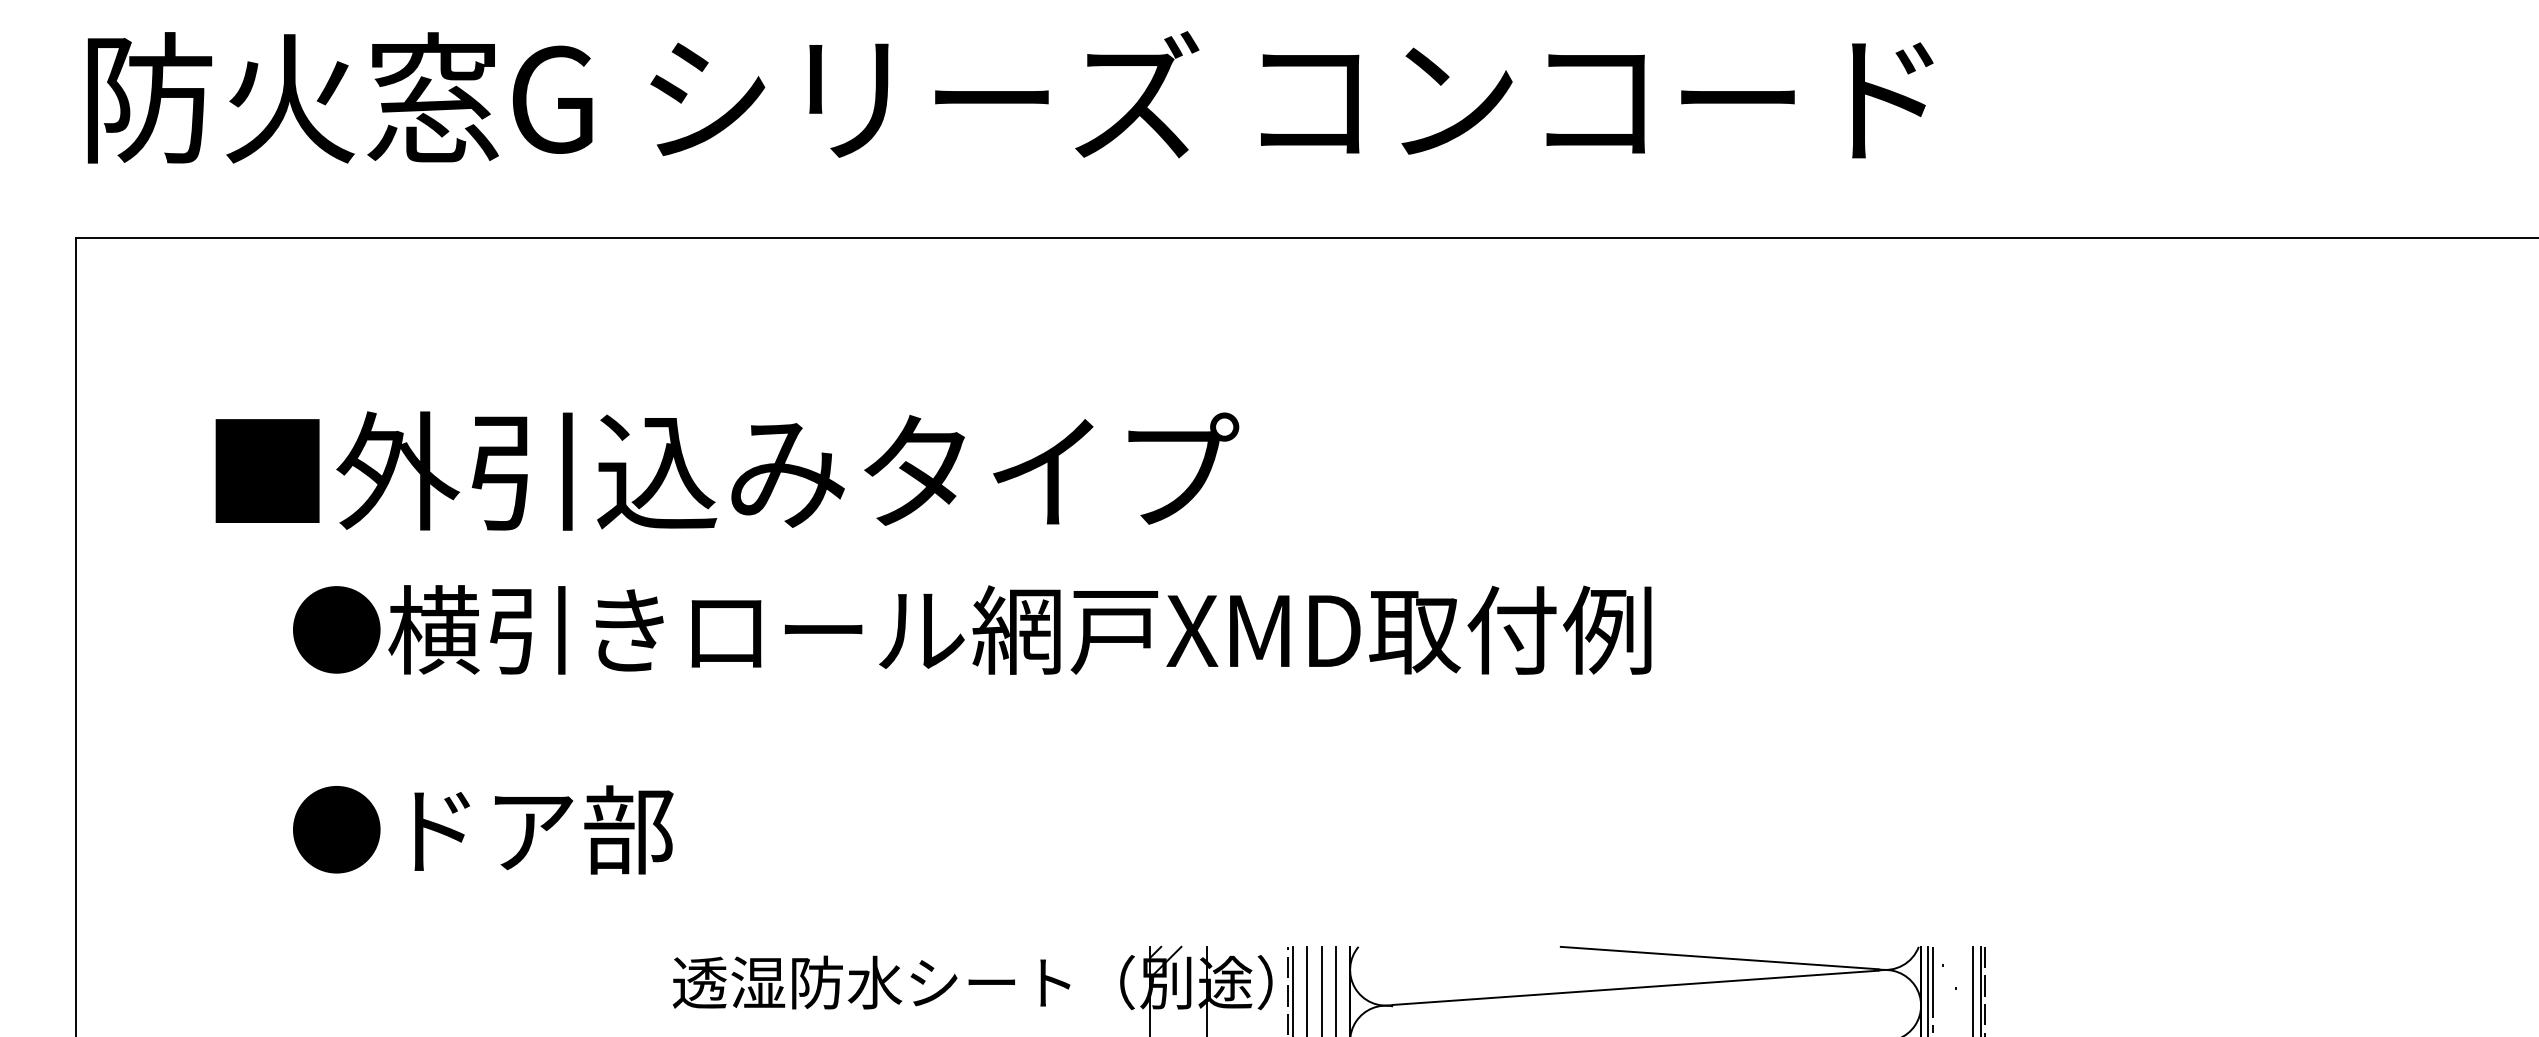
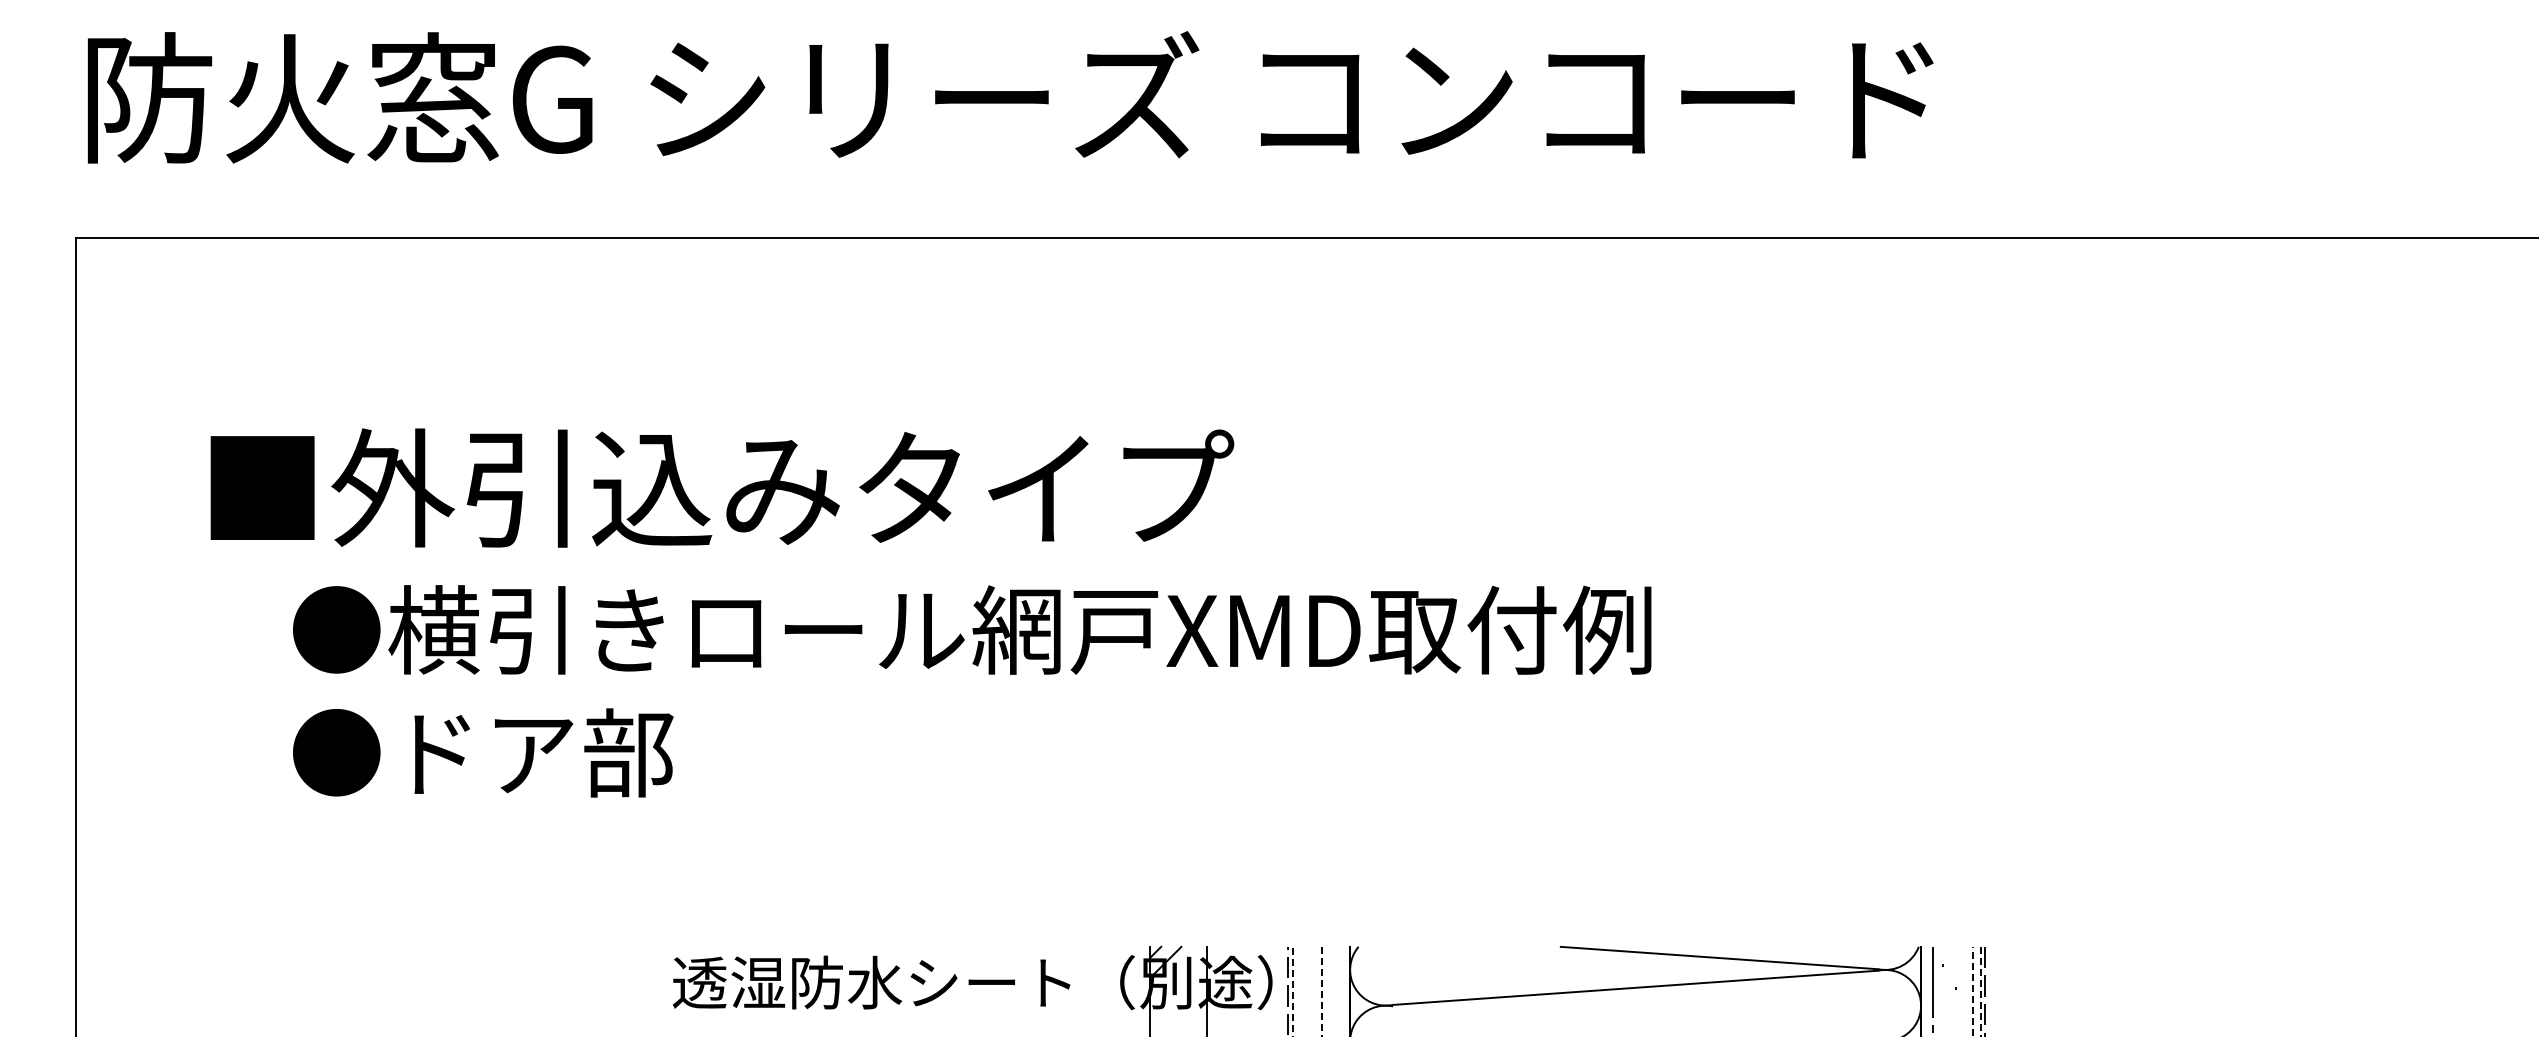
text at (727, 470) position: (727, 470) -> (722, 487)
text at (483, 829) position: (483, 829) -> (483, 752)
line at (1307, 989): present -> none
line at (1335, 989): present -> none
line at (1928, 989): present -> none
line at (1293, 991): solid -> dashed
line at (1321, 991): solid -> dashed
line at (1973, 991): solid -> dashed
line at (1980, 991): solid -> dashed
